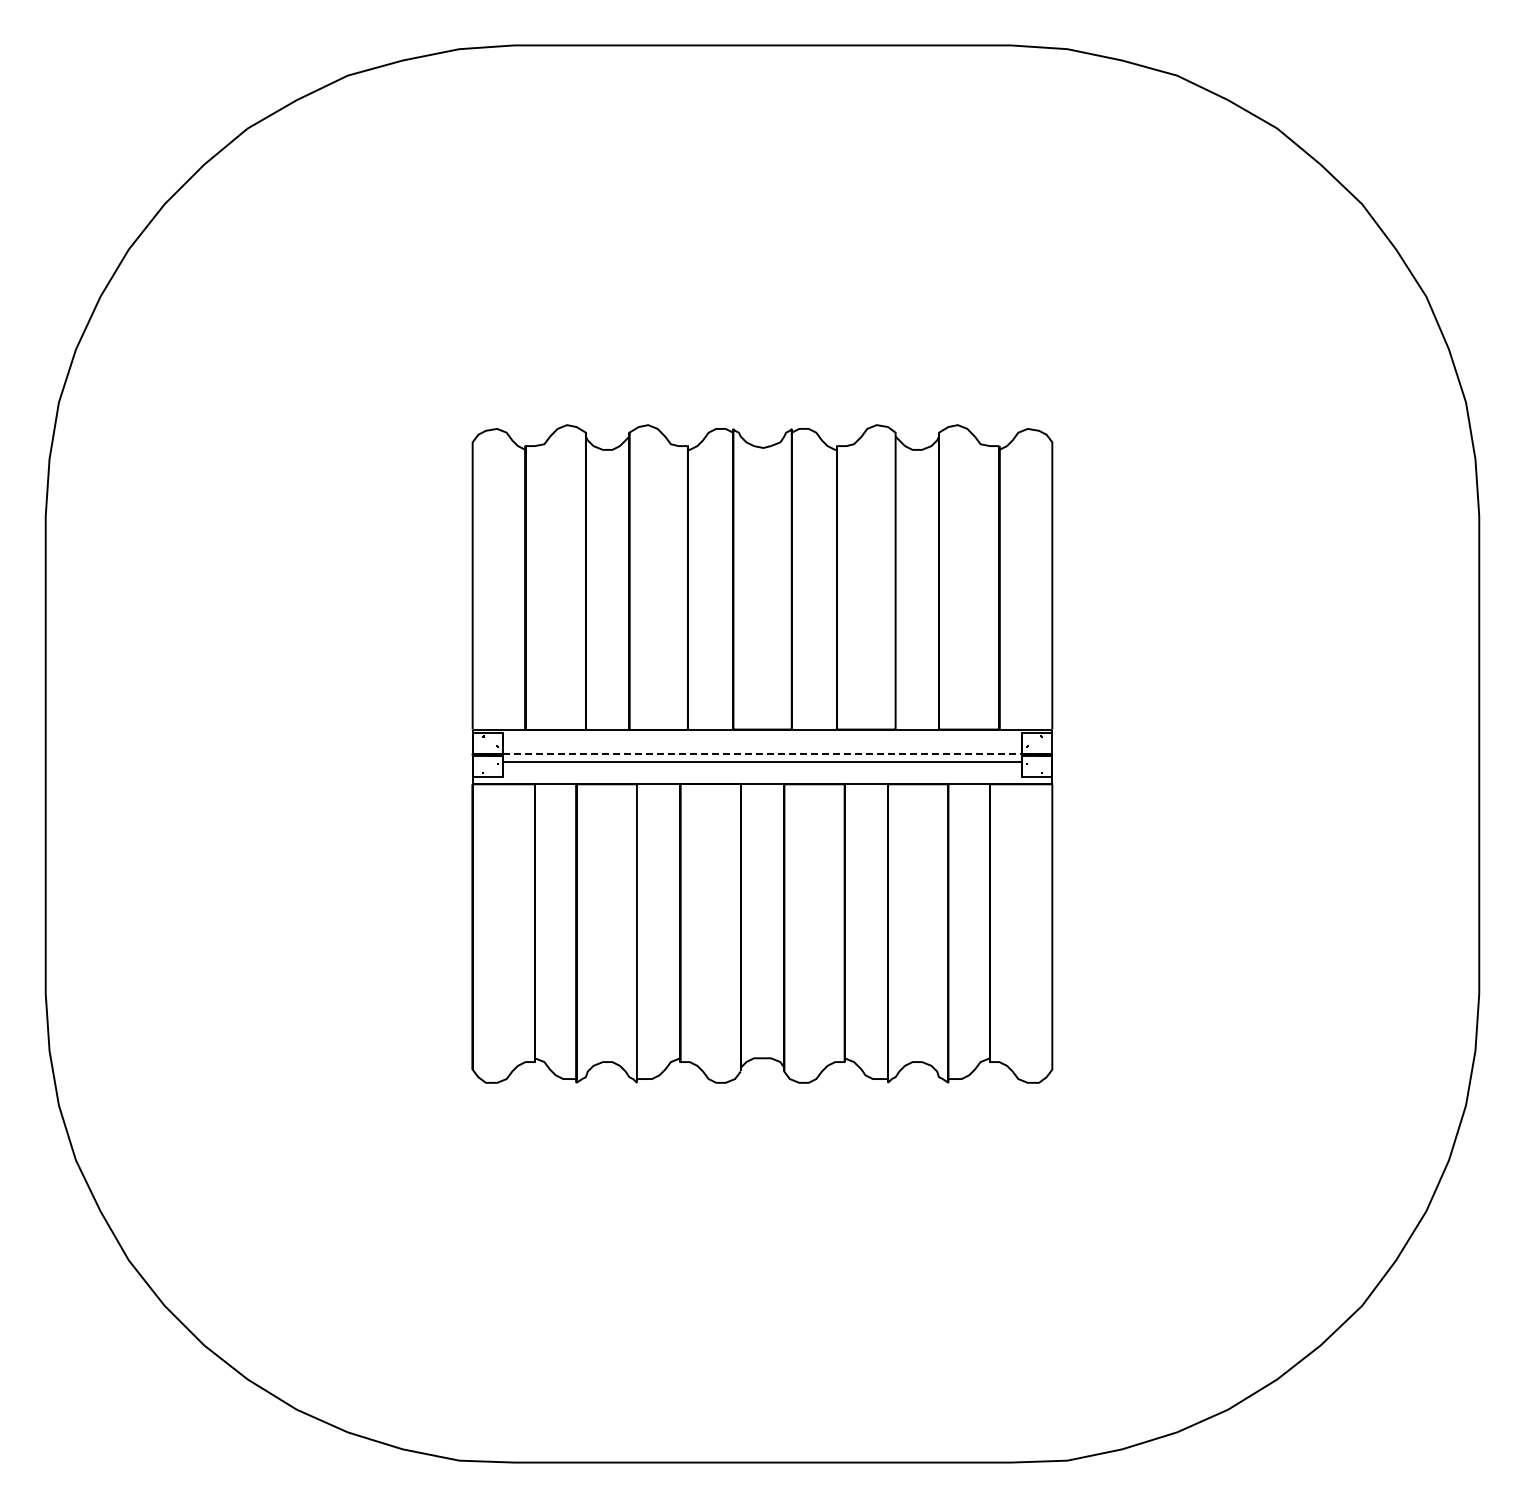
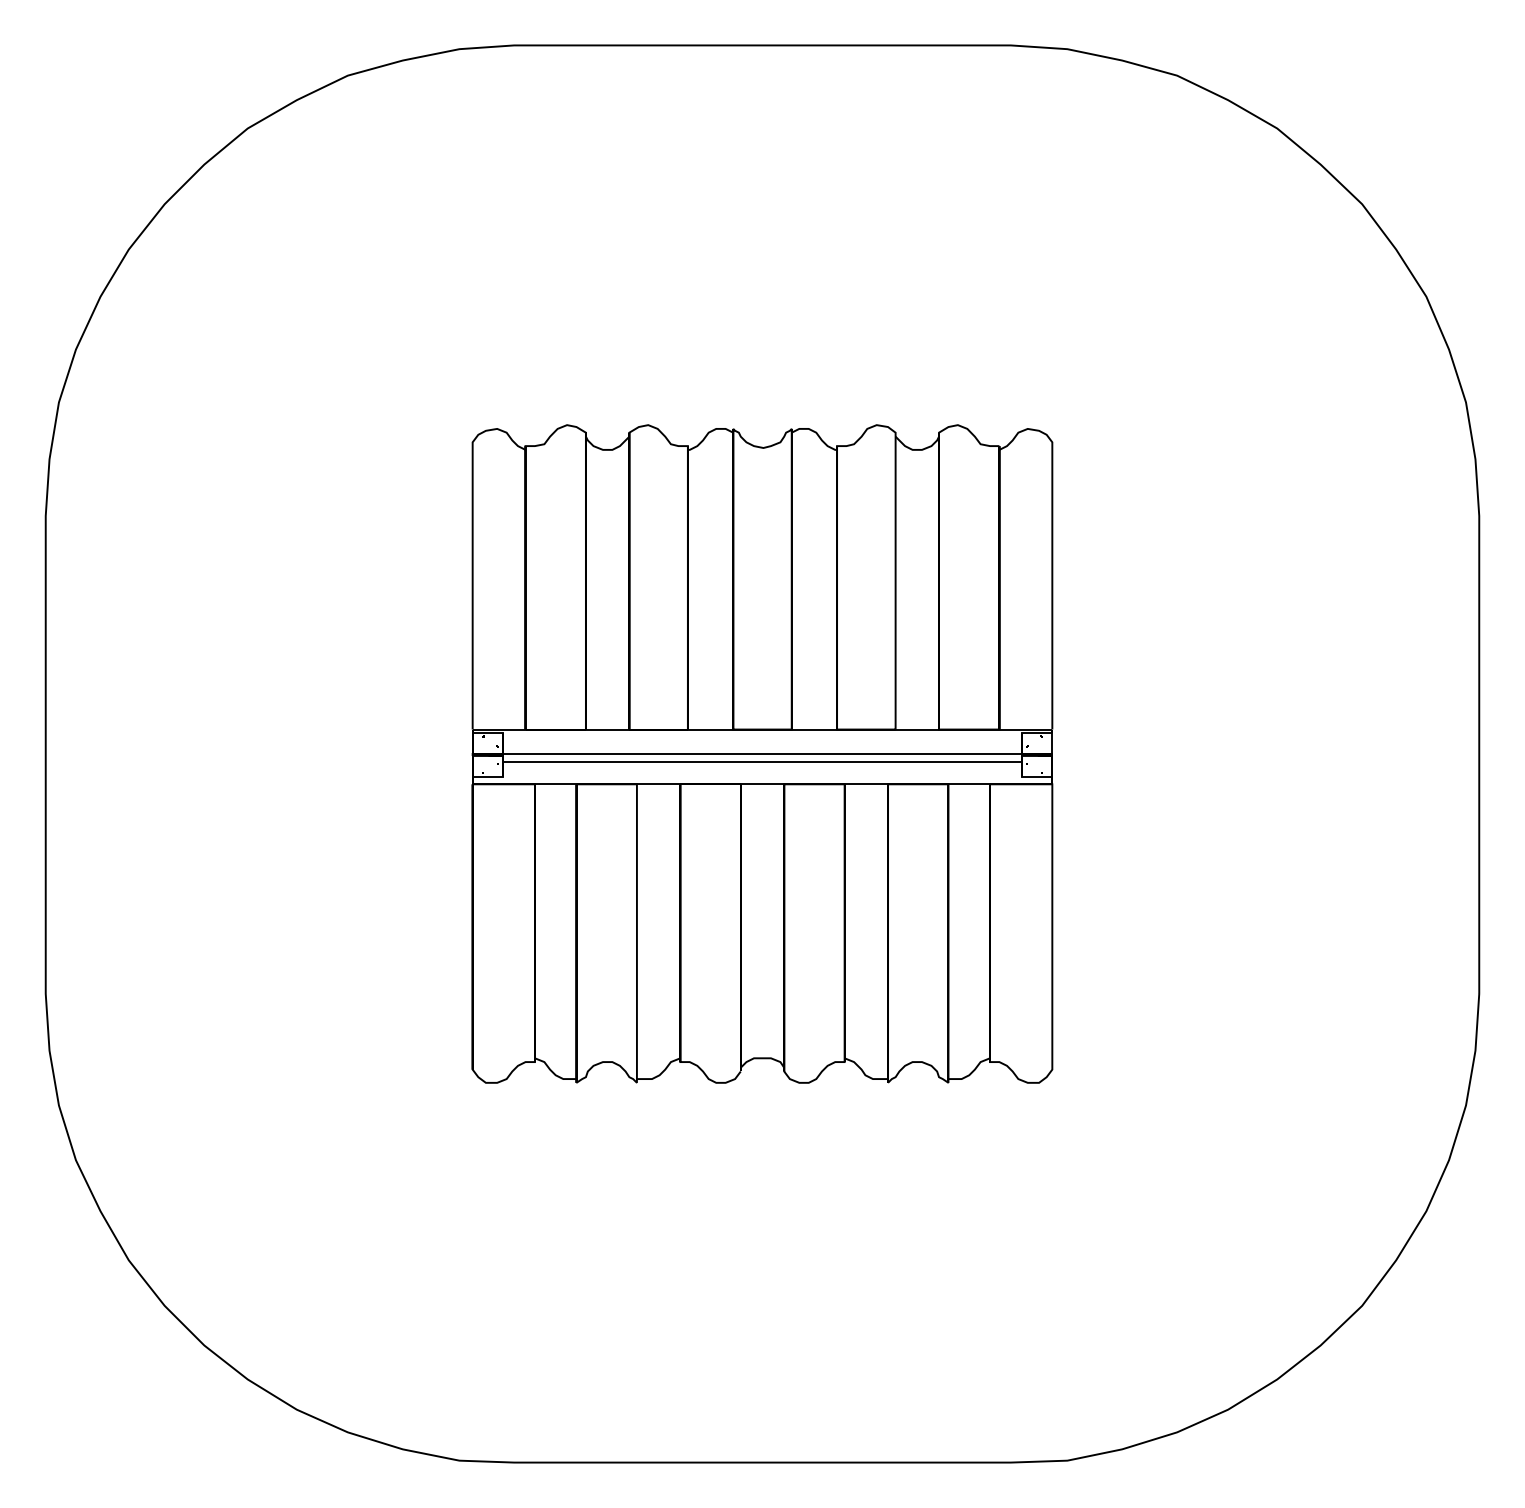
line at (762, 754): dashed -> solid
